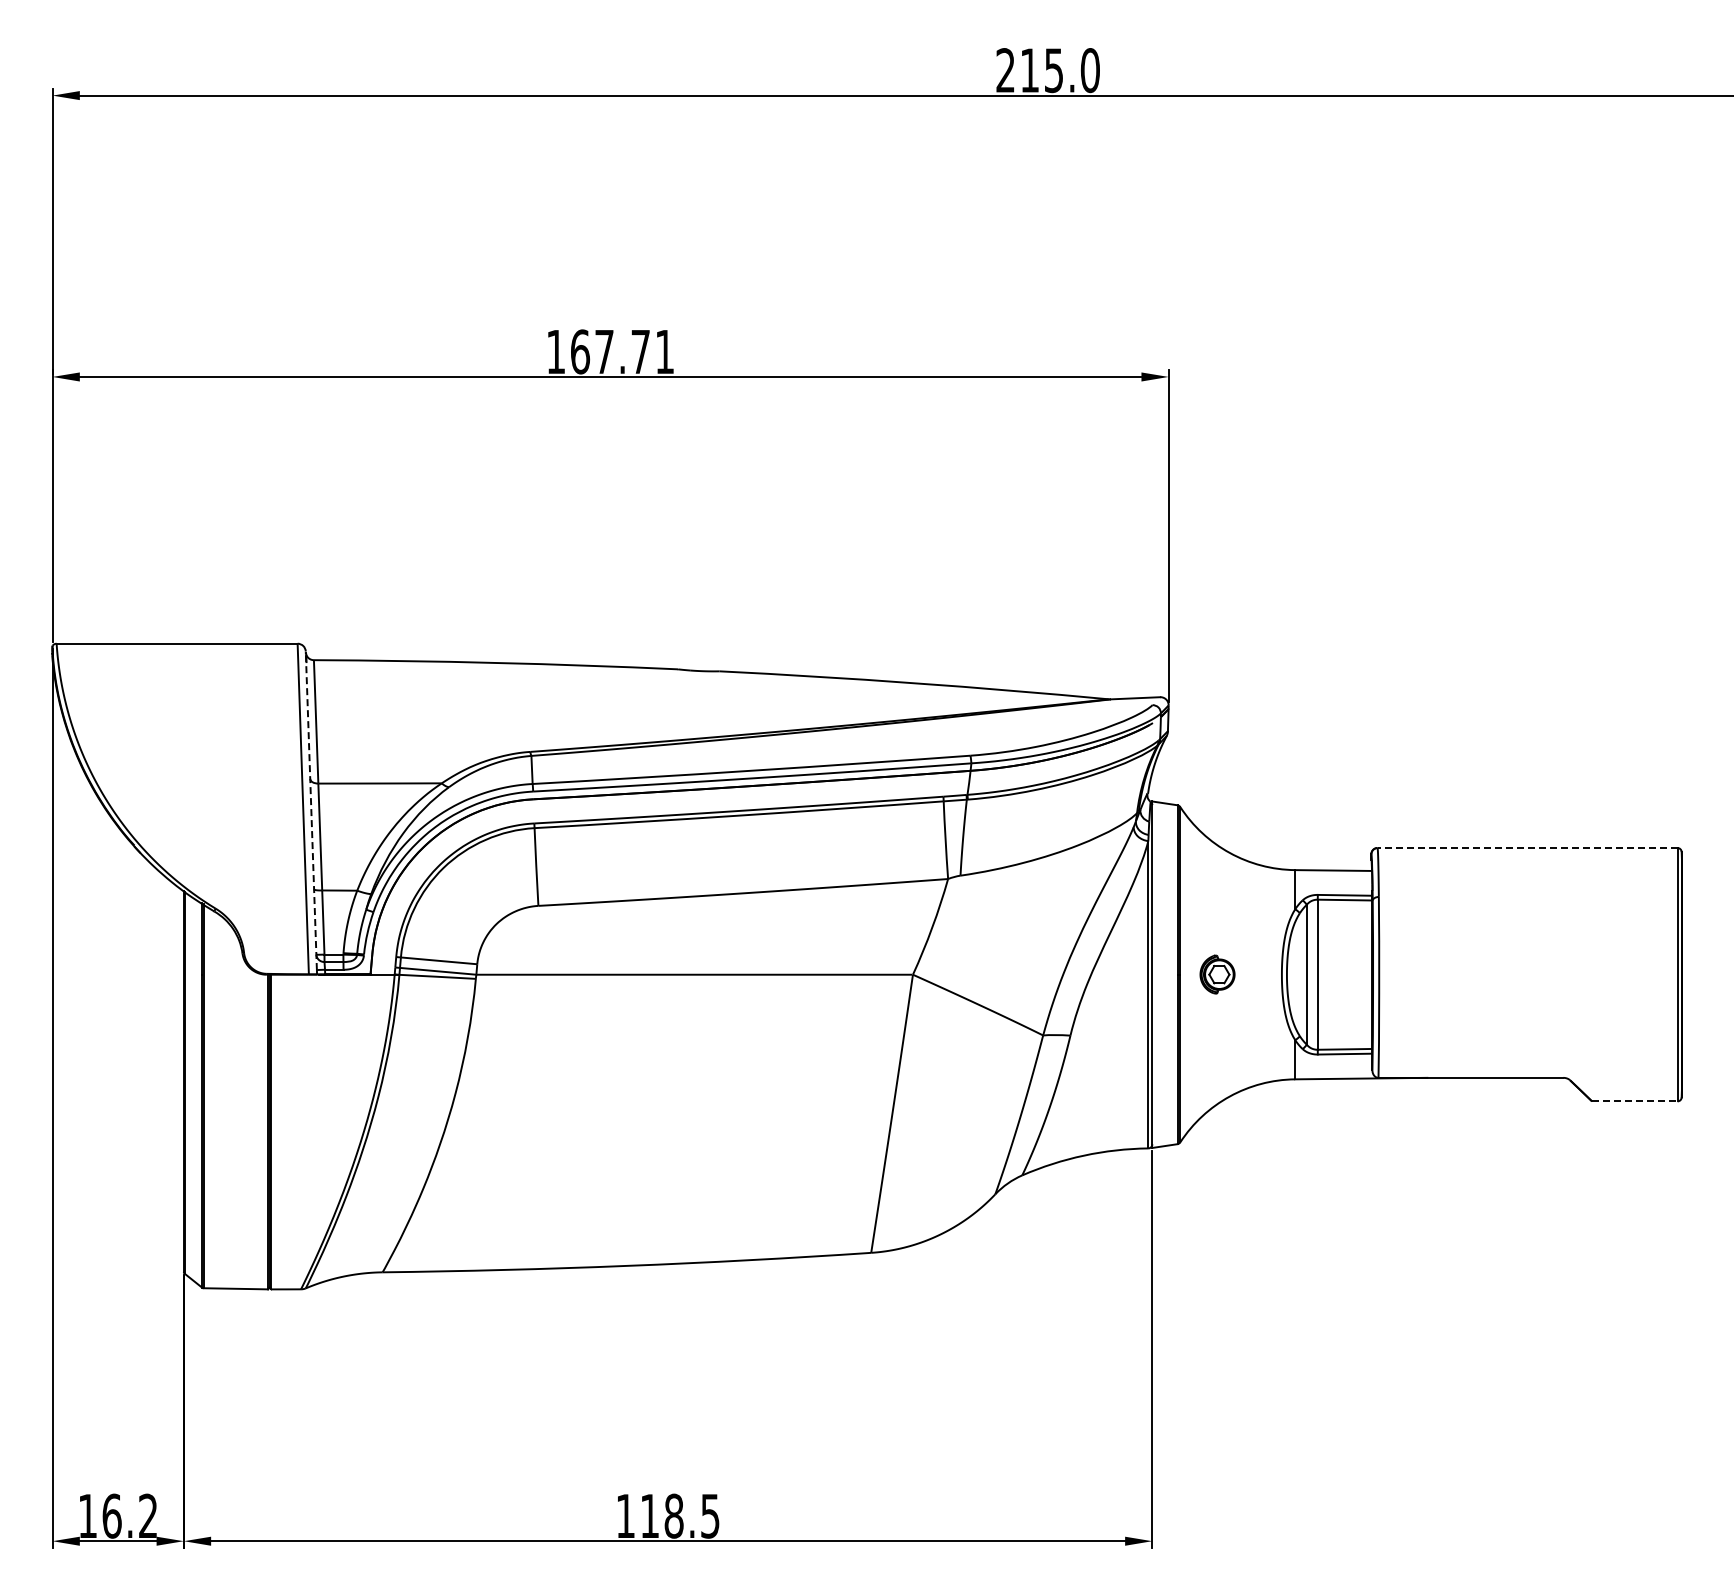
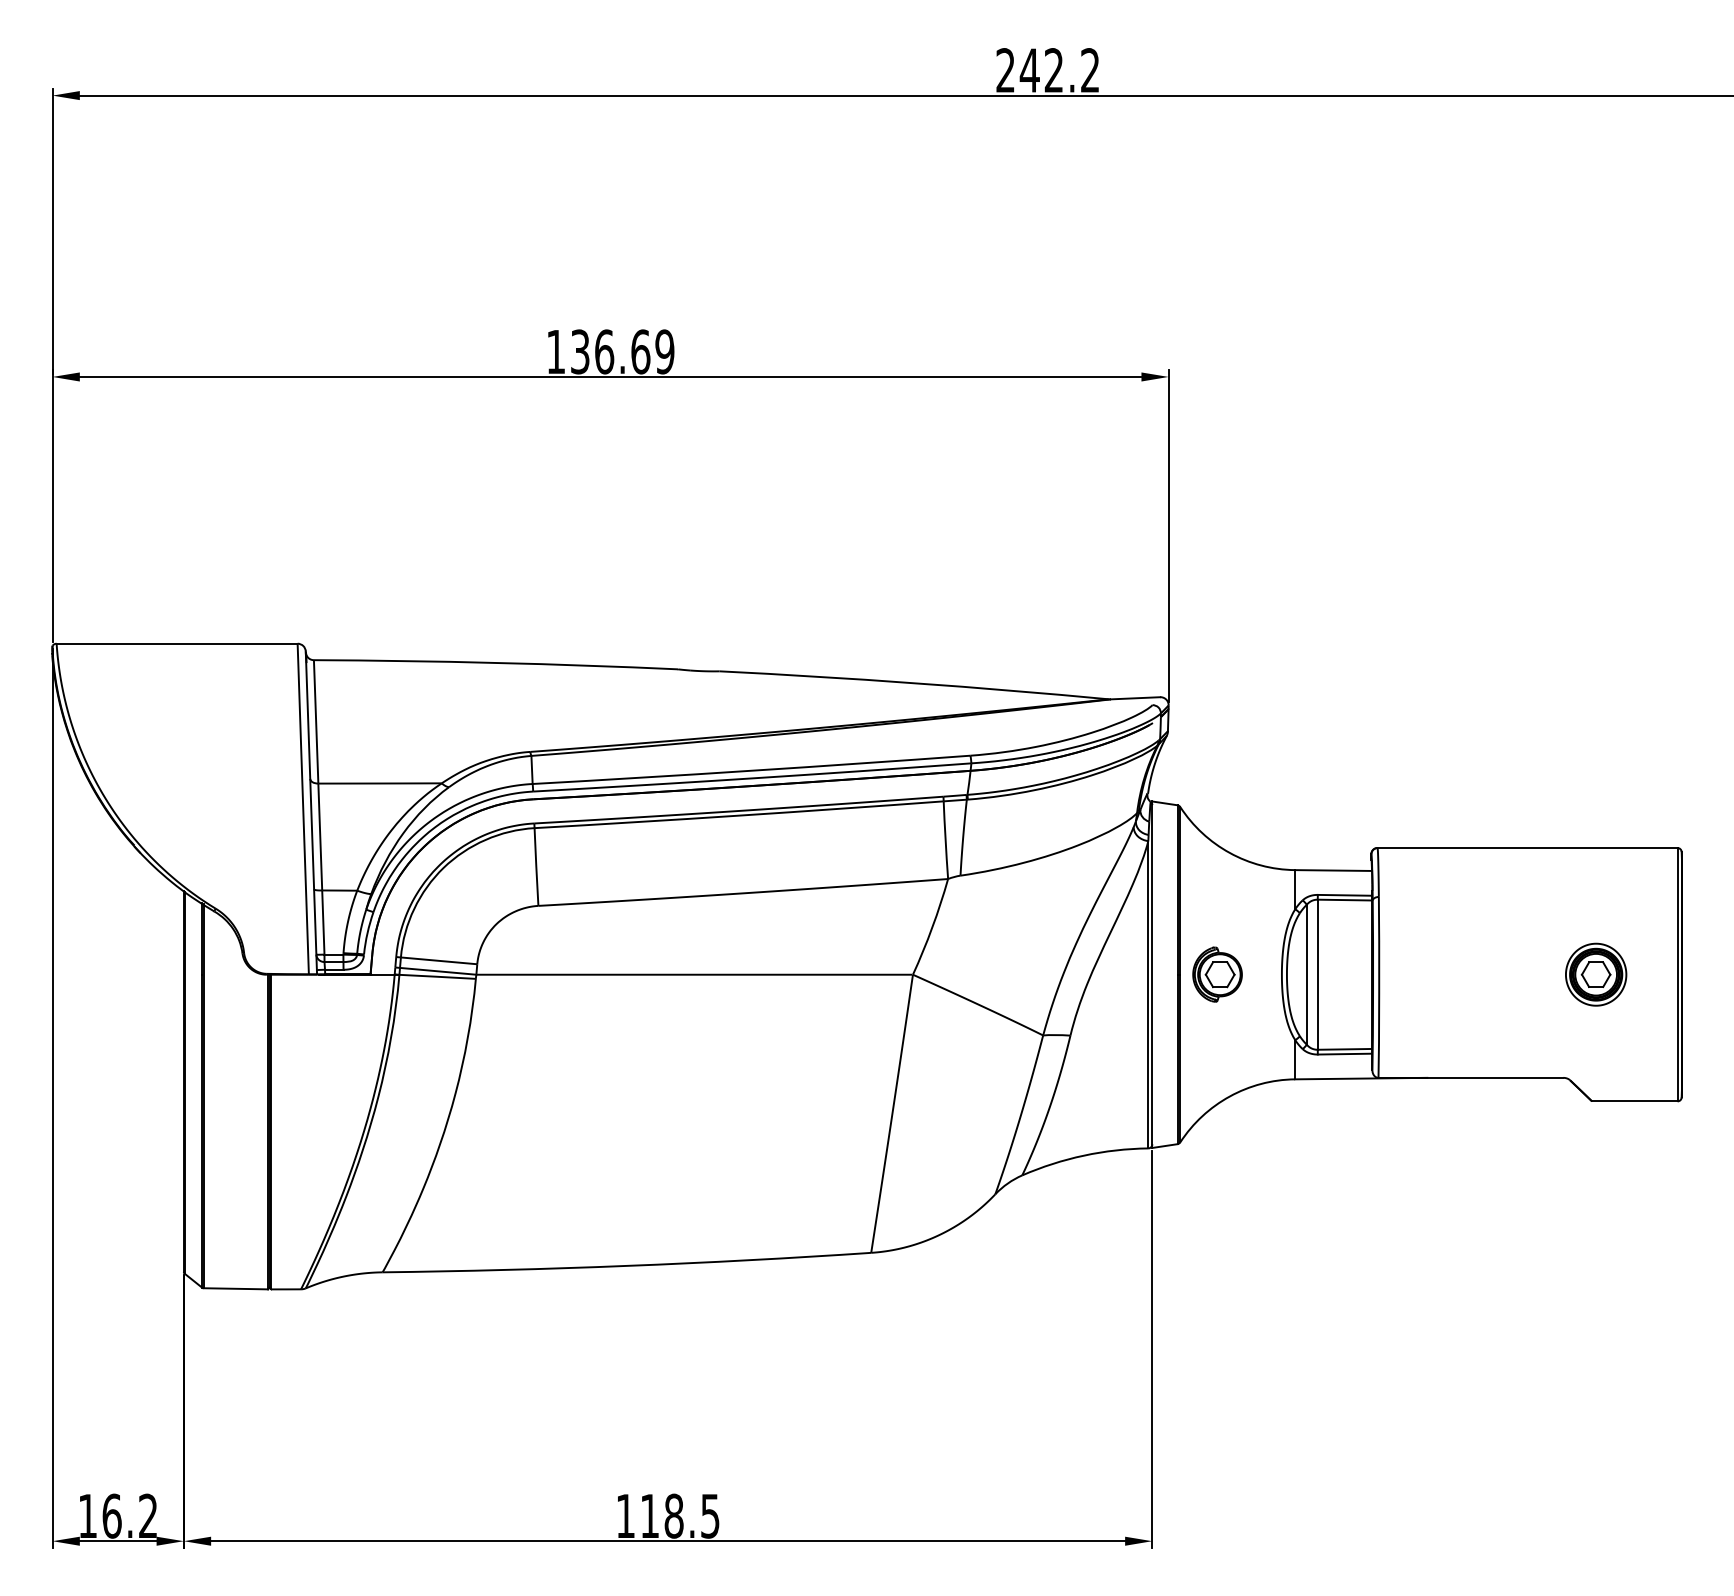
text at (1059, 70): 215.0 -> 242.2
text at (622, 351): 167.71 -> 136.69
line at (311, 810): dashed -> solid
line at (1527, 848): dashed -> solid
part at (1217, 974) size: 37x41 px -> 51x57 px
part at (1596, 974): none -> present
line at (1634, 1101): dashed -> solid
